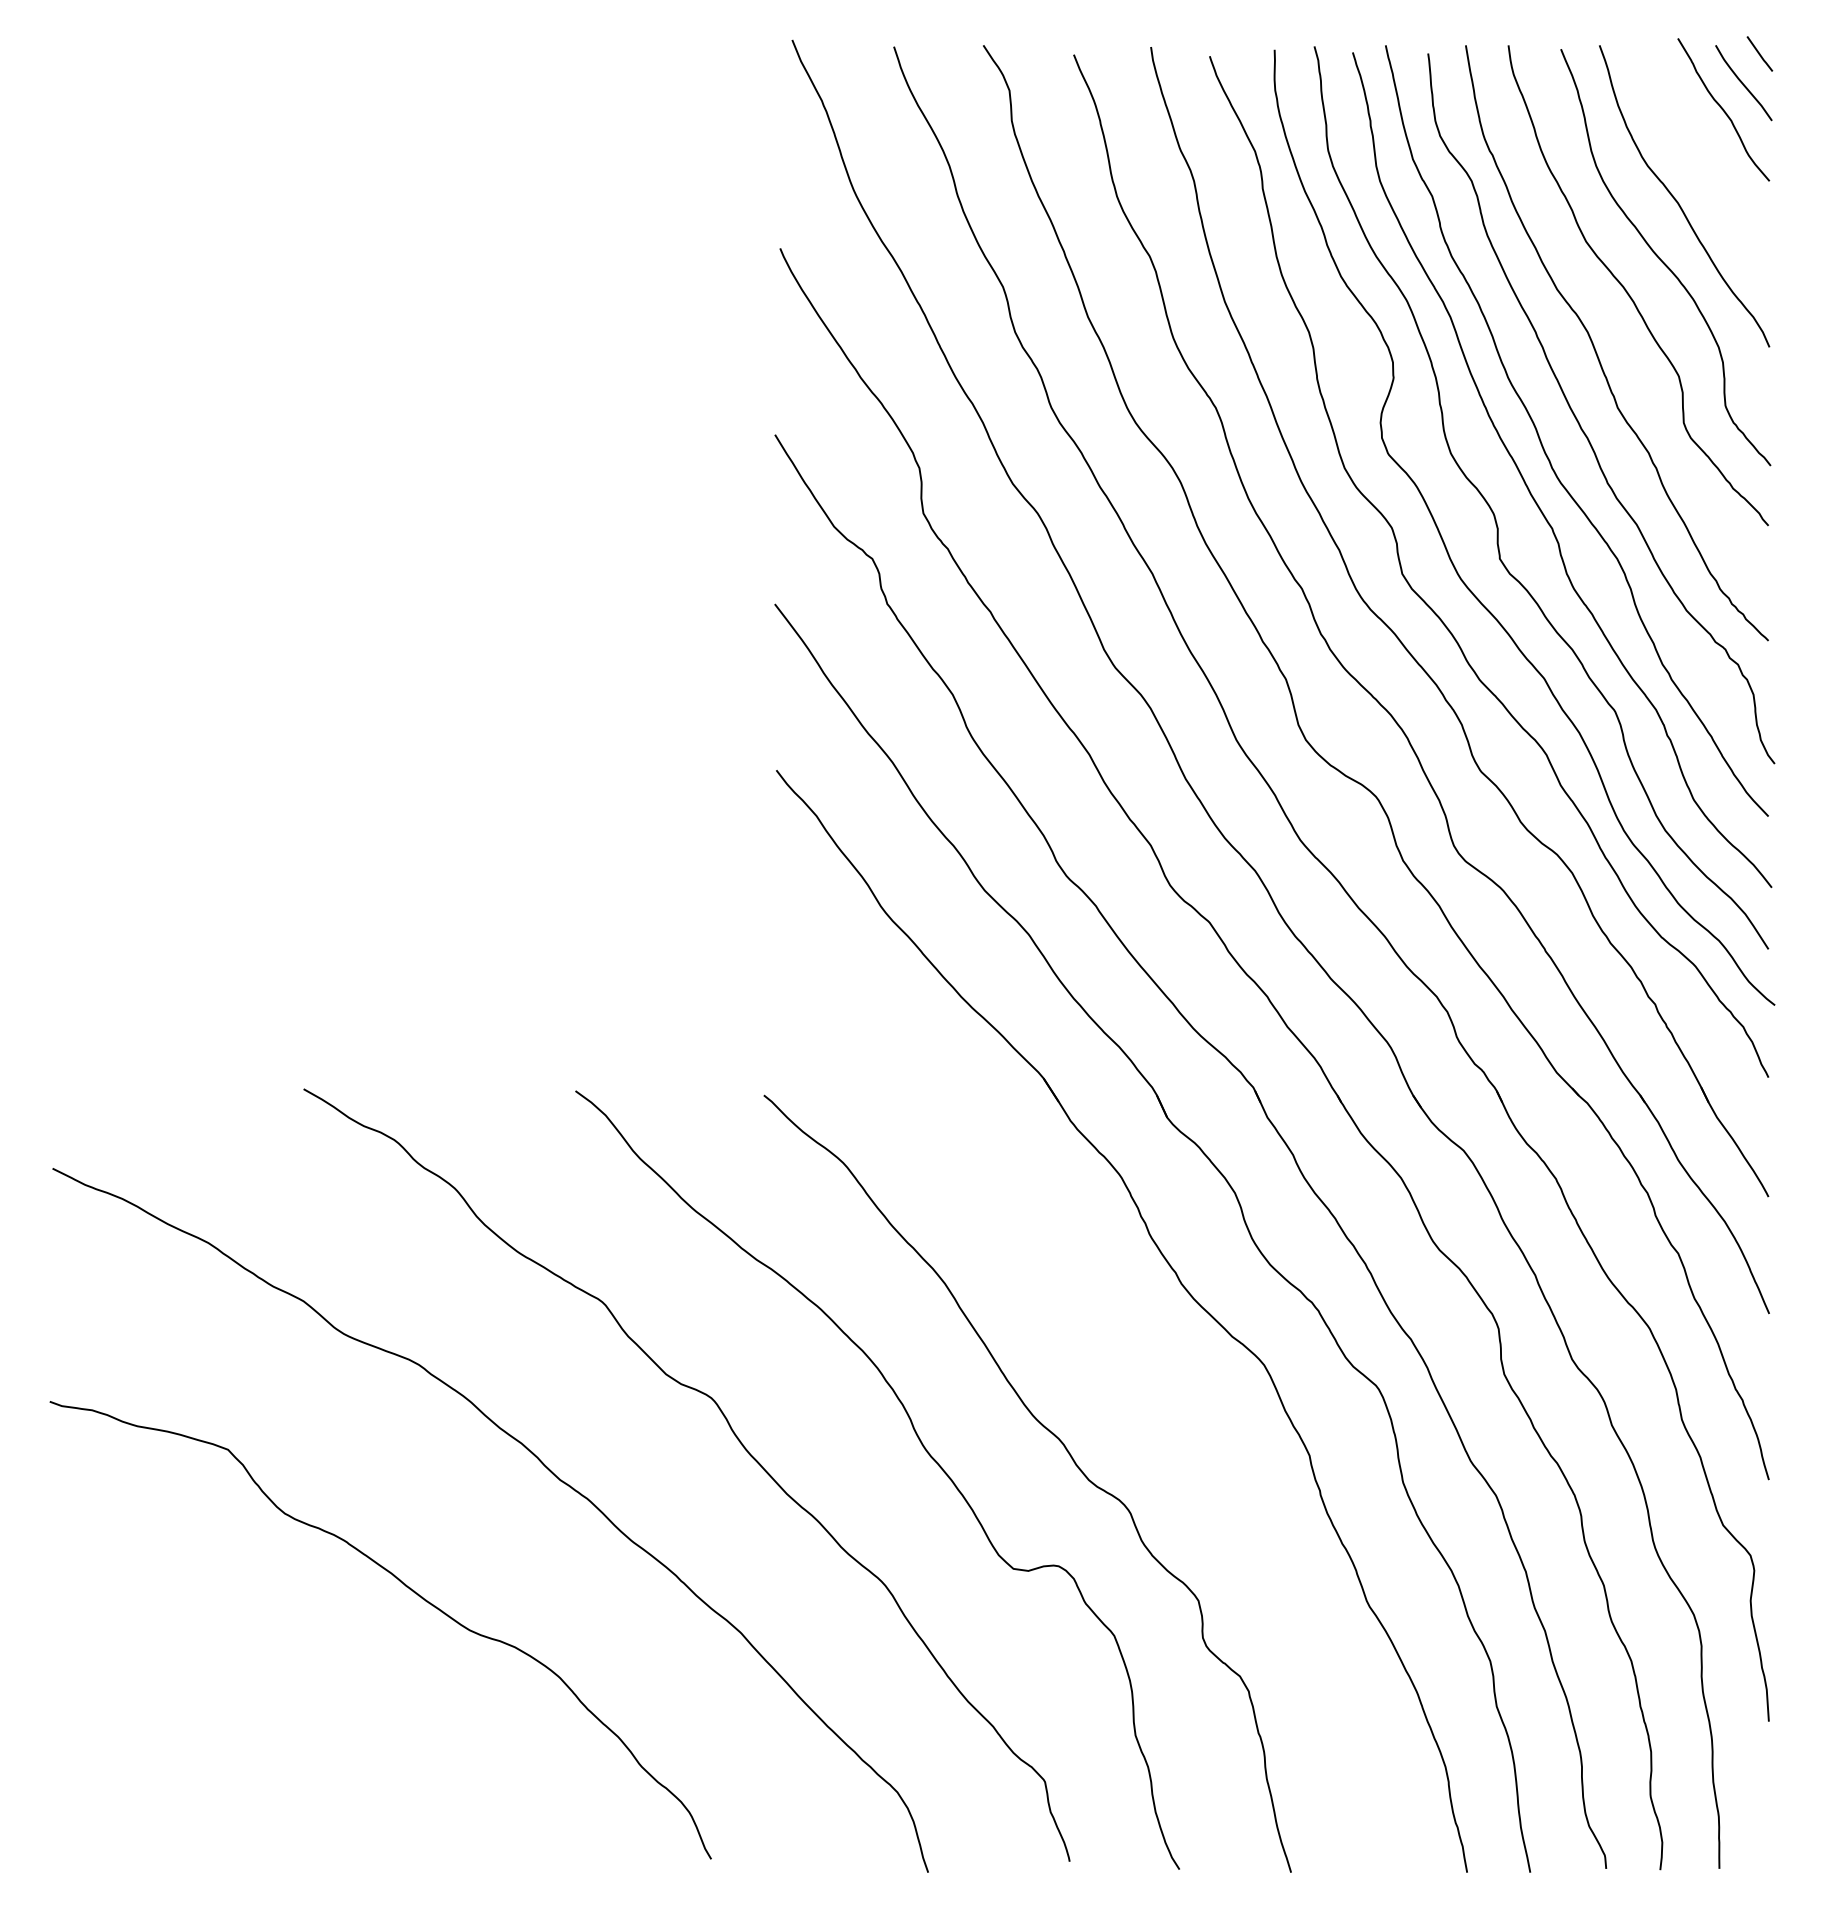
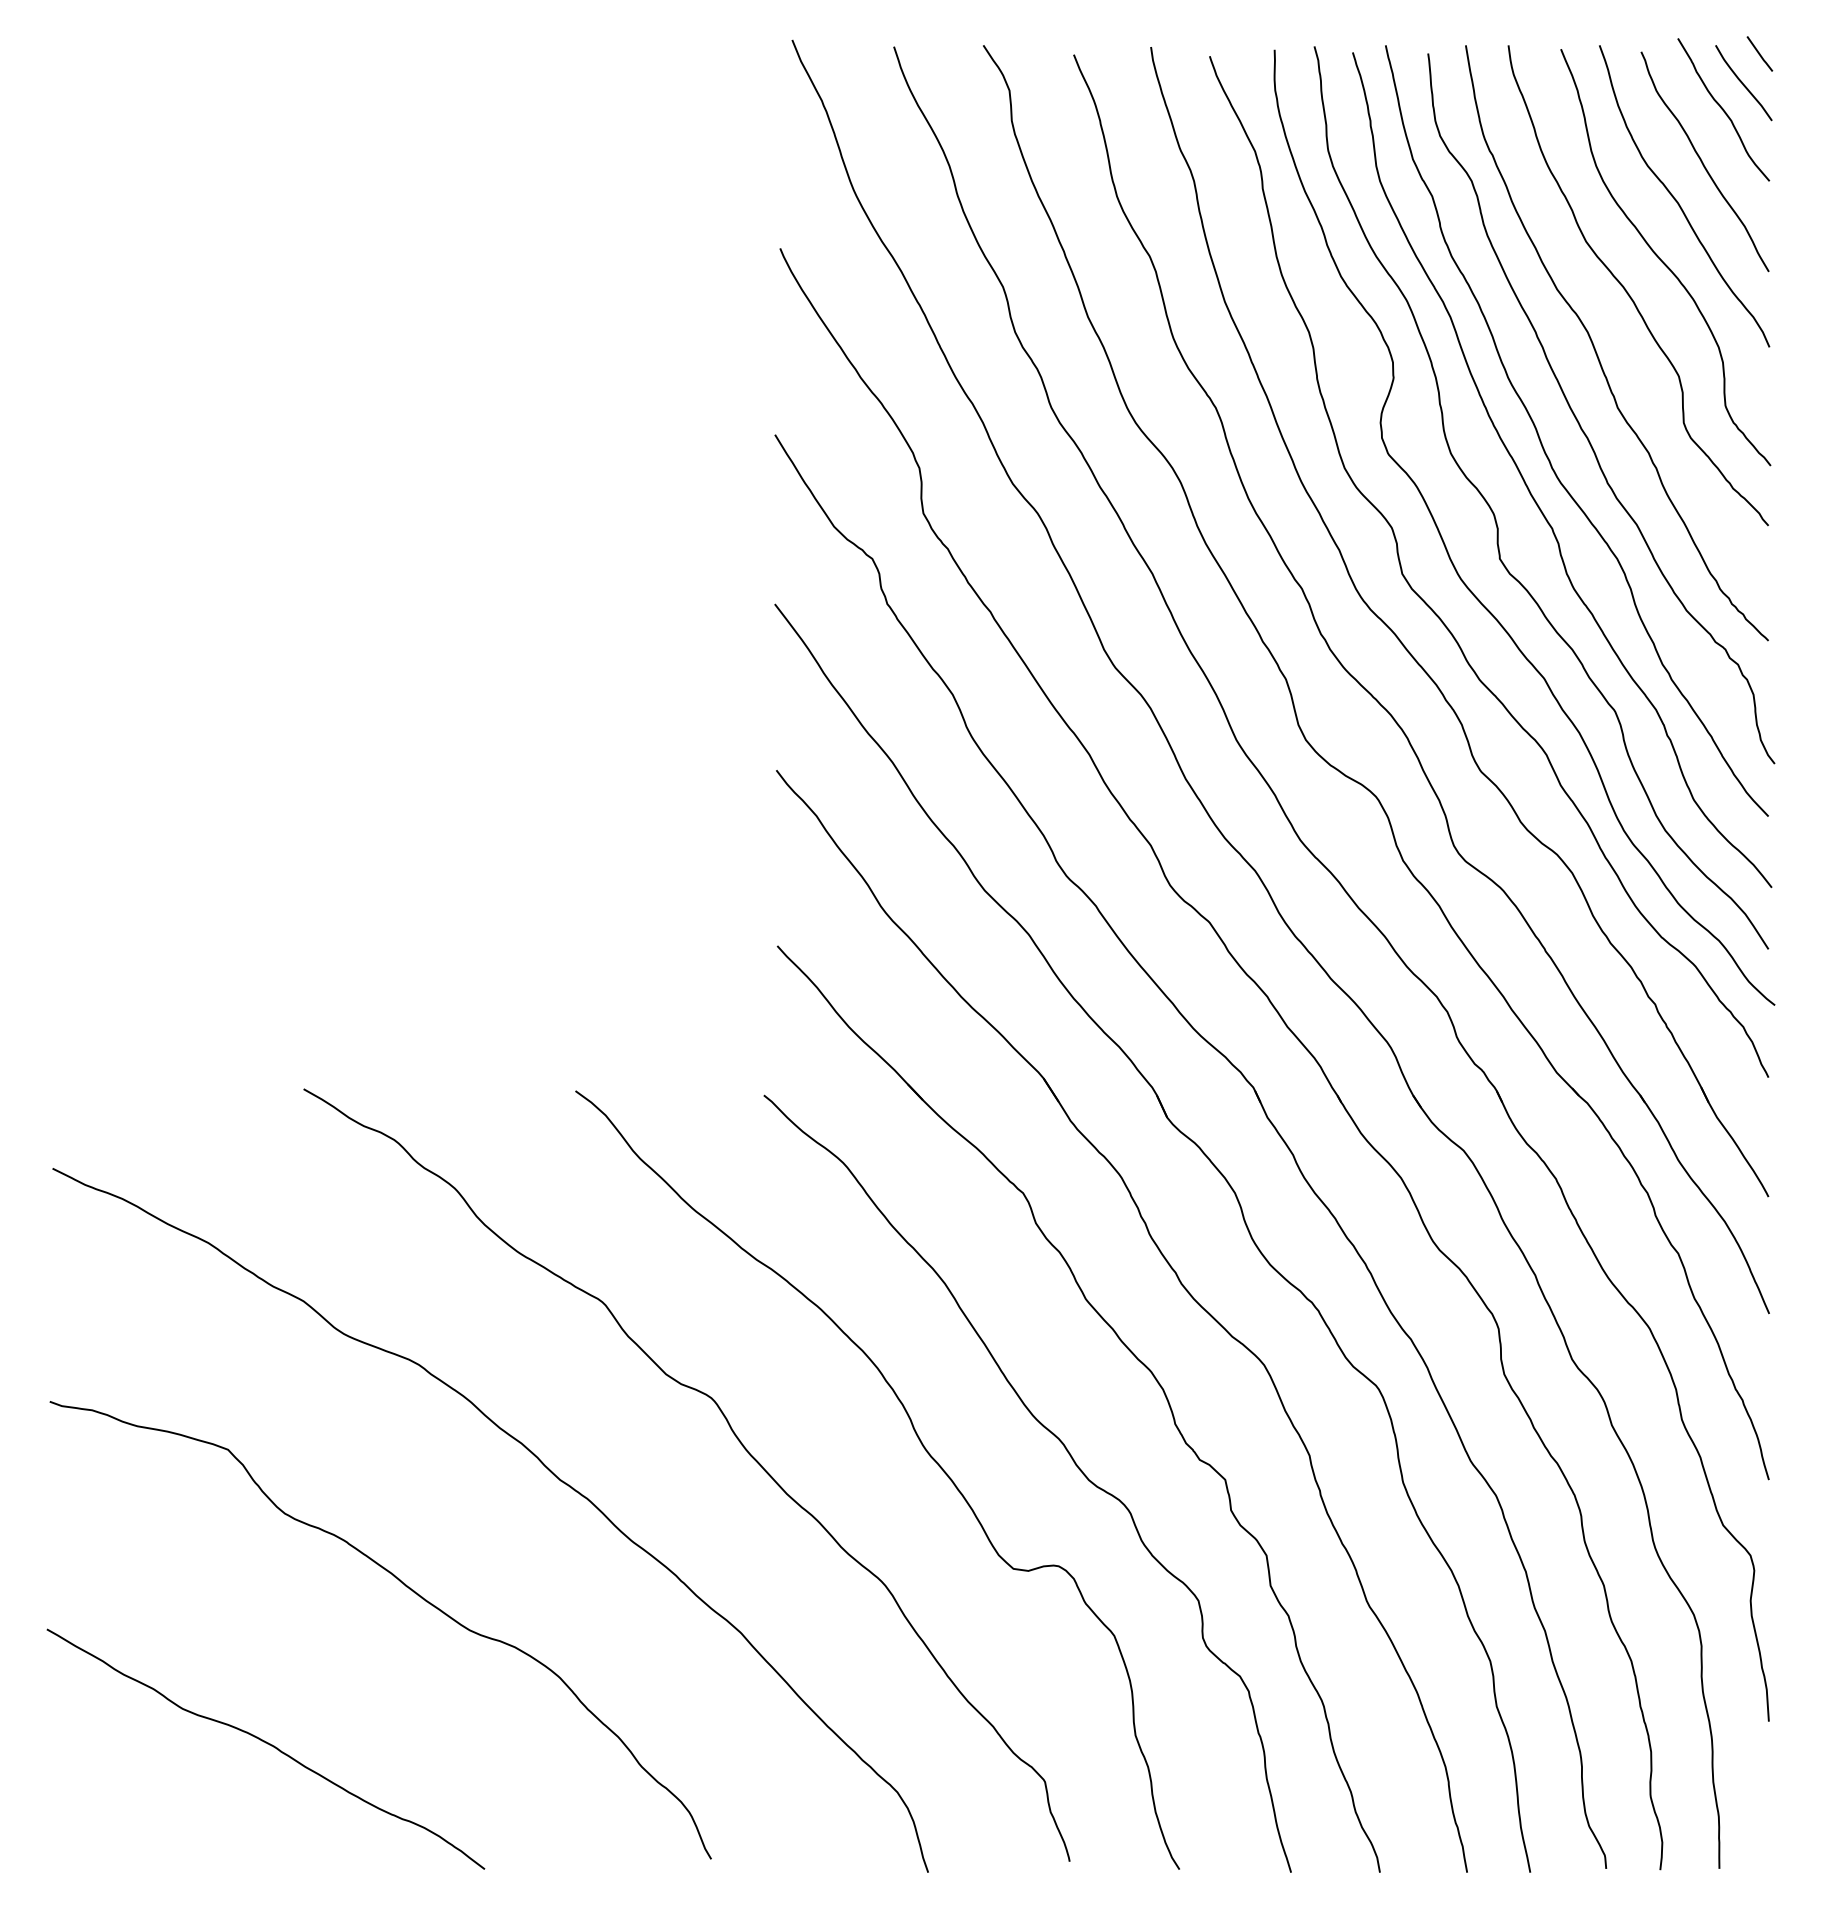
curve at (1703, 162): none -> present
part at (1136, 1359): none -> present
curve at (267, 1744): none -> present
